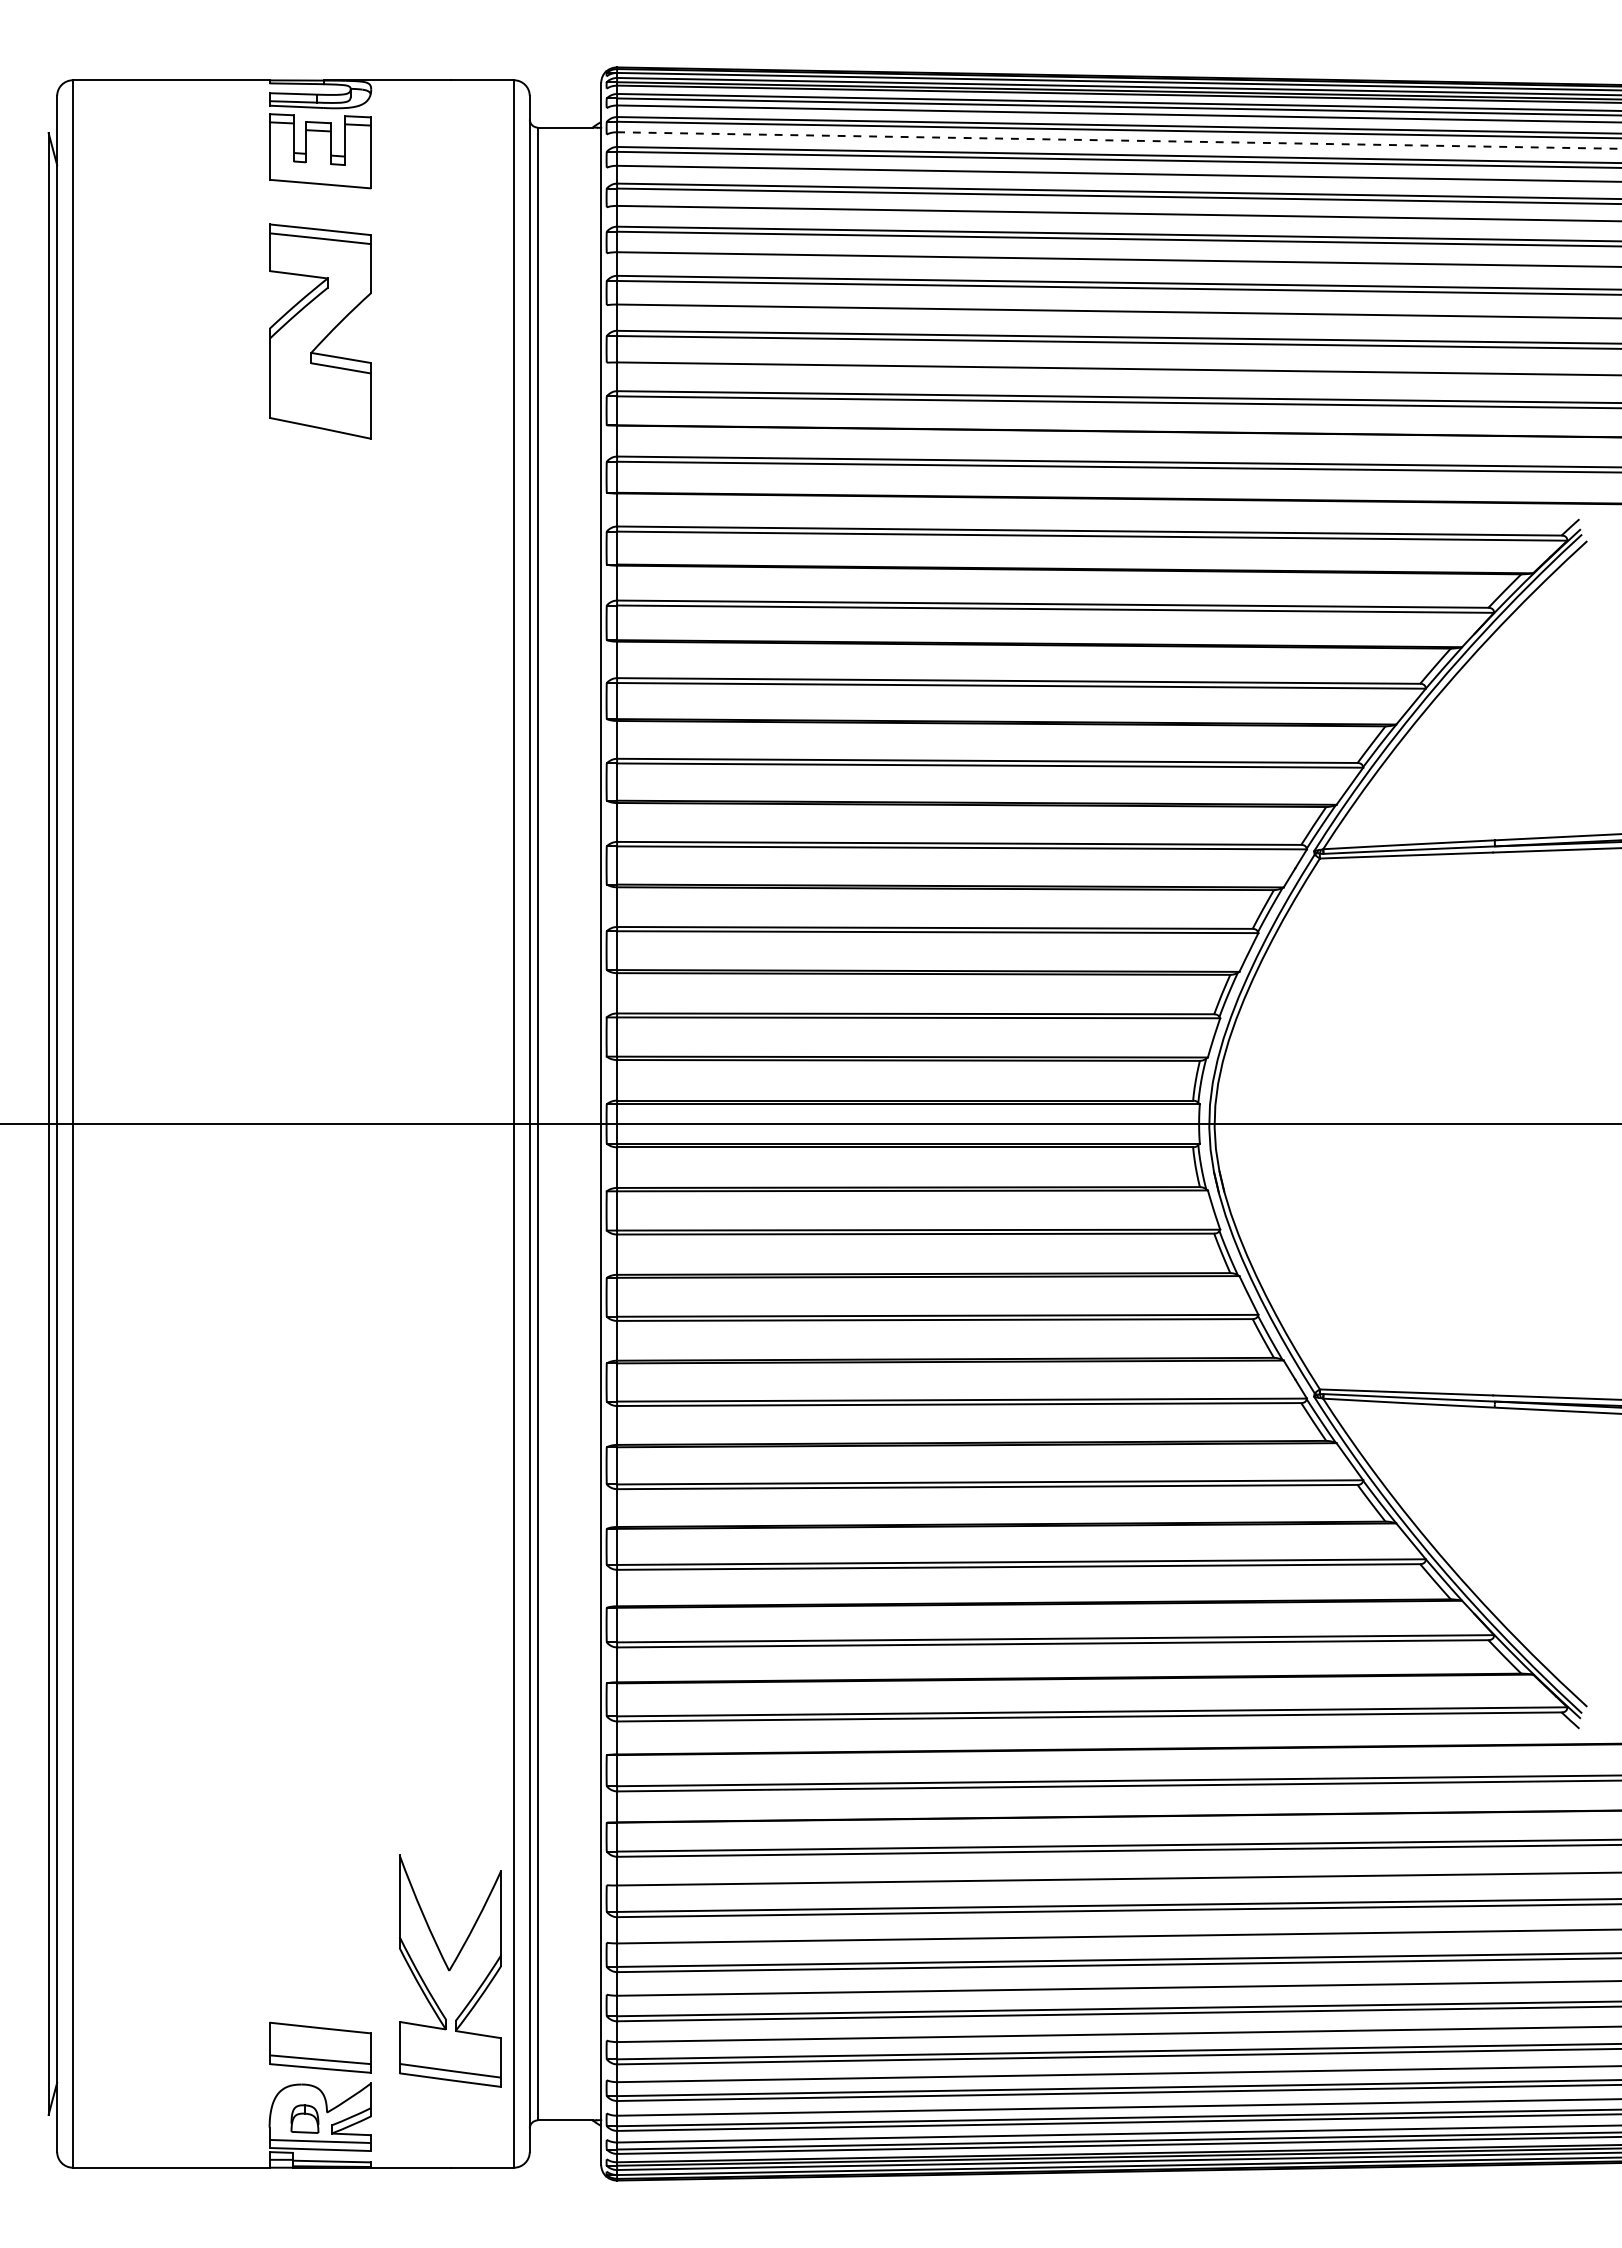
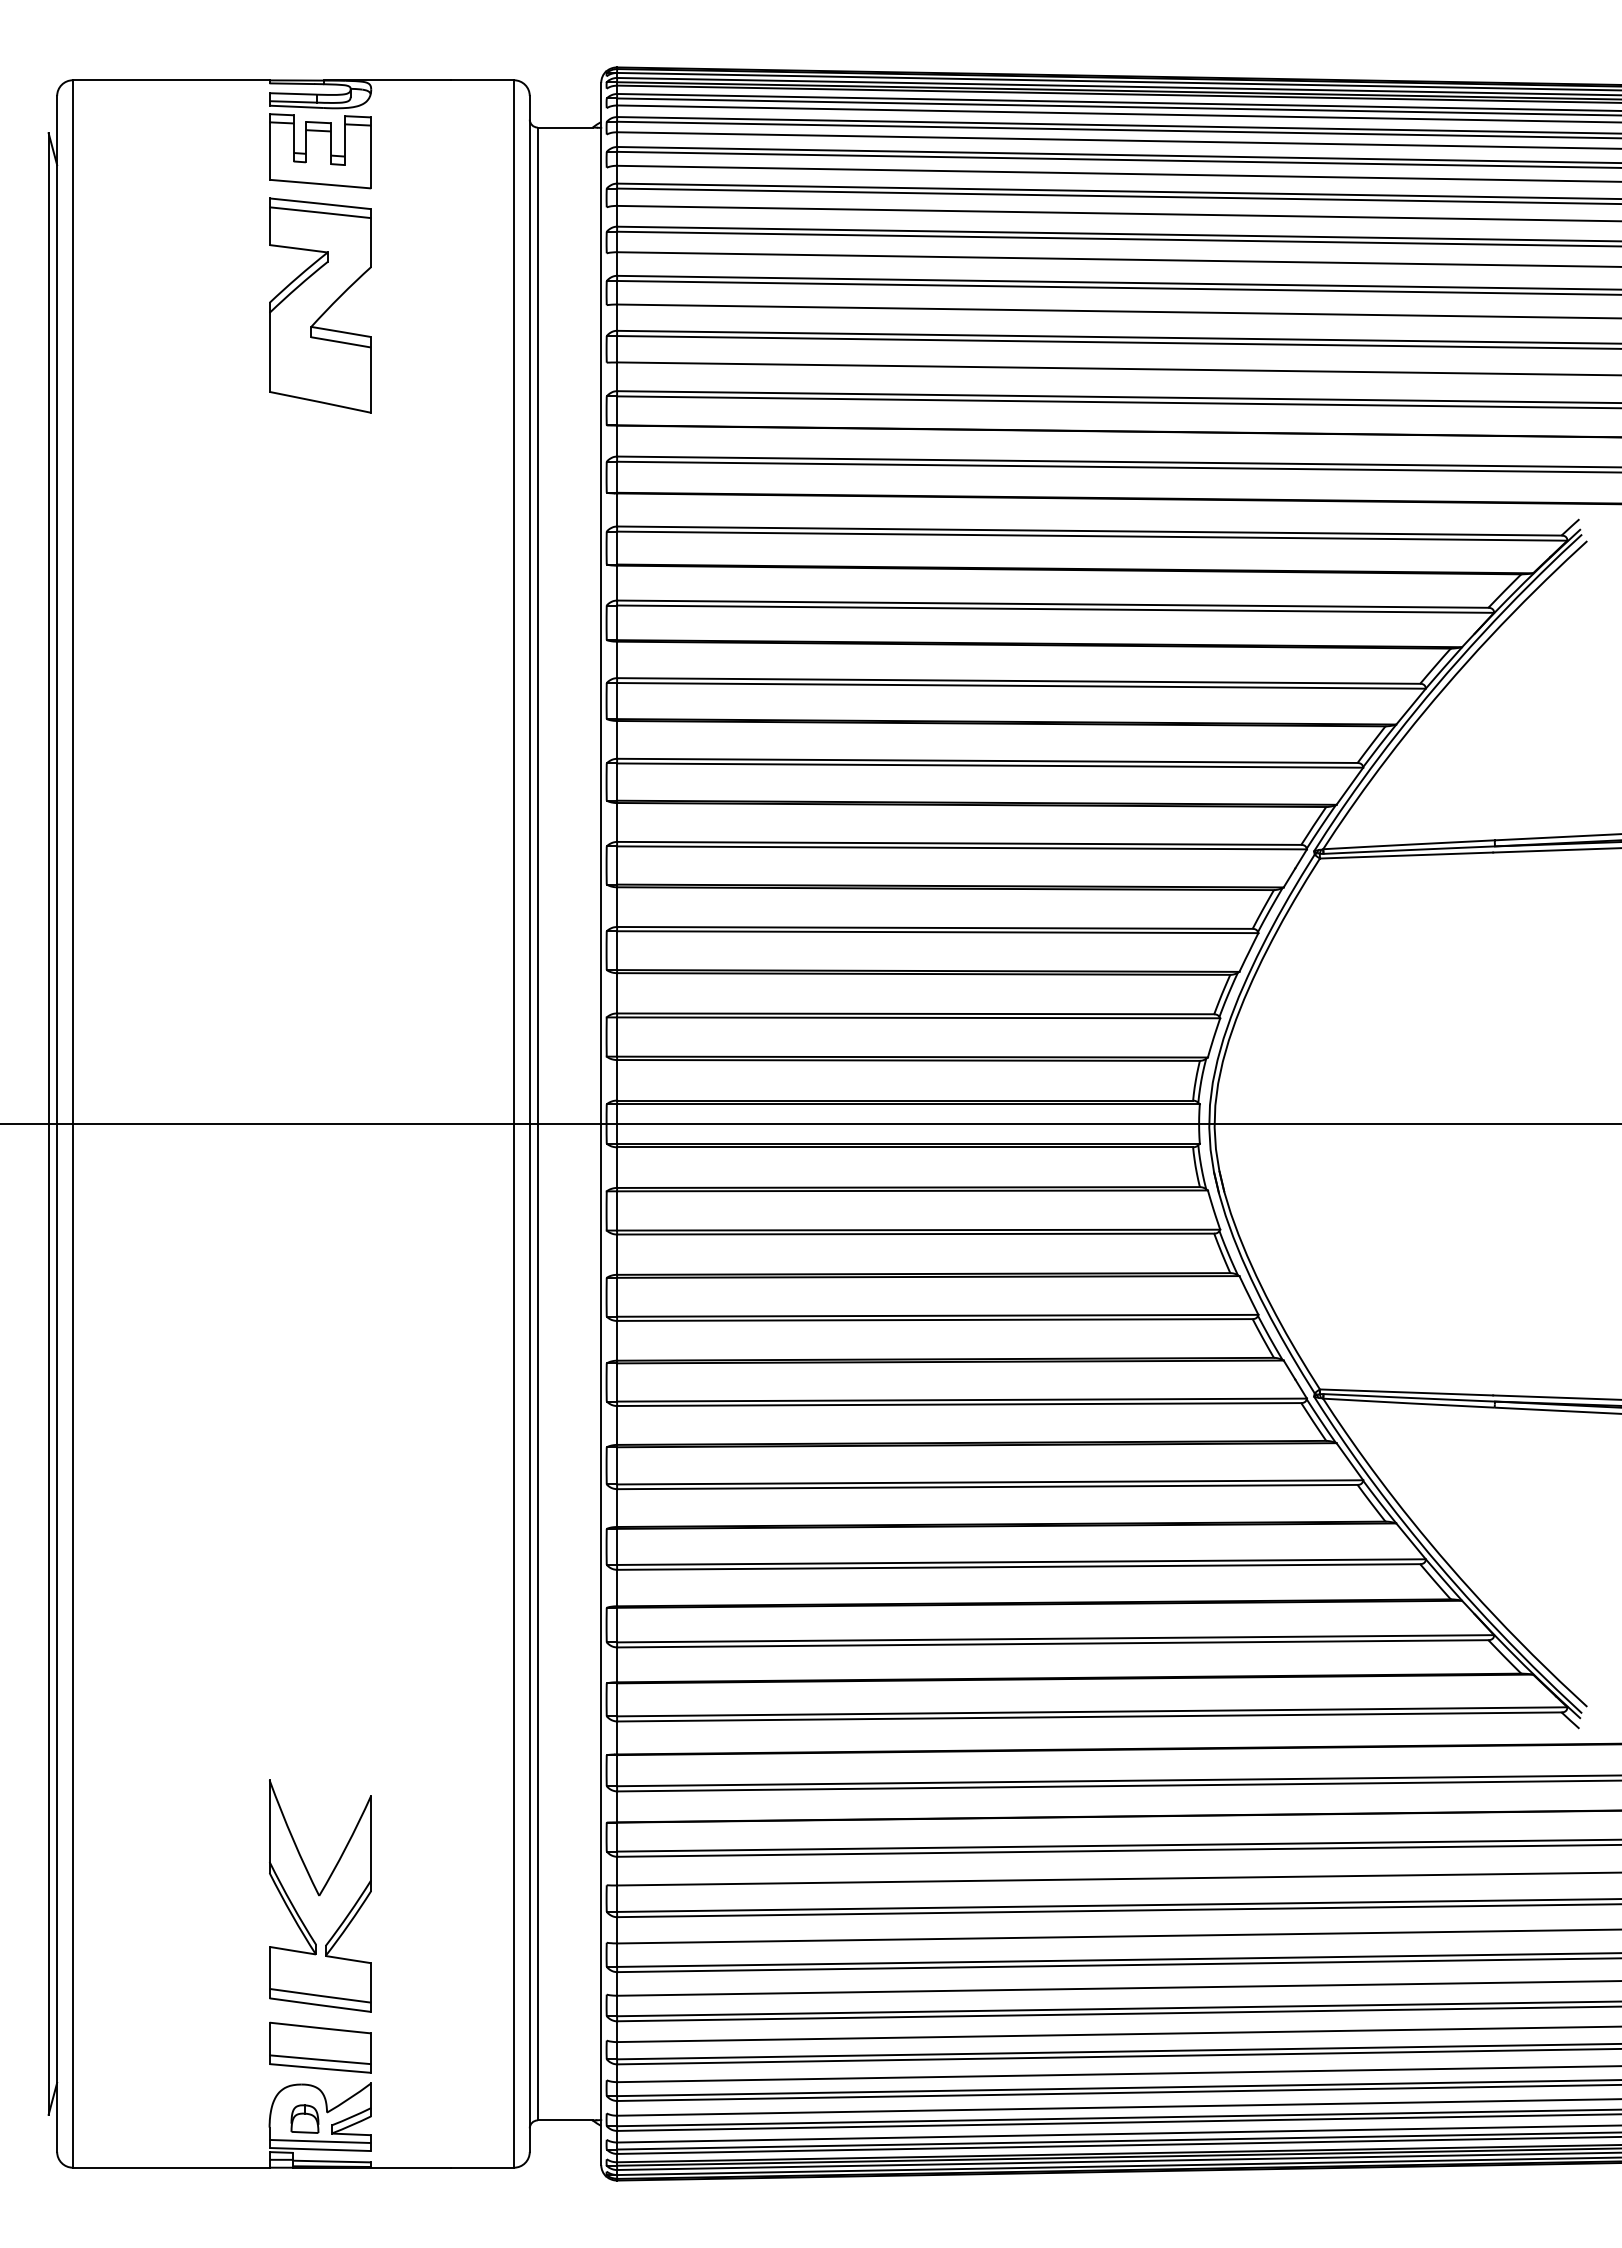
line at (1119, 140): dashed -> solid
part at (320, 331) position: (320, 331) -> (320, 305)
part at (450, 1970) position: (450, 1970) -> (320, 1895)
